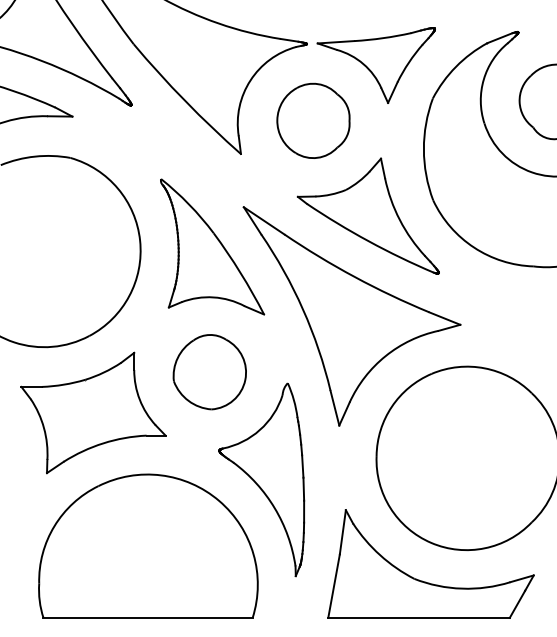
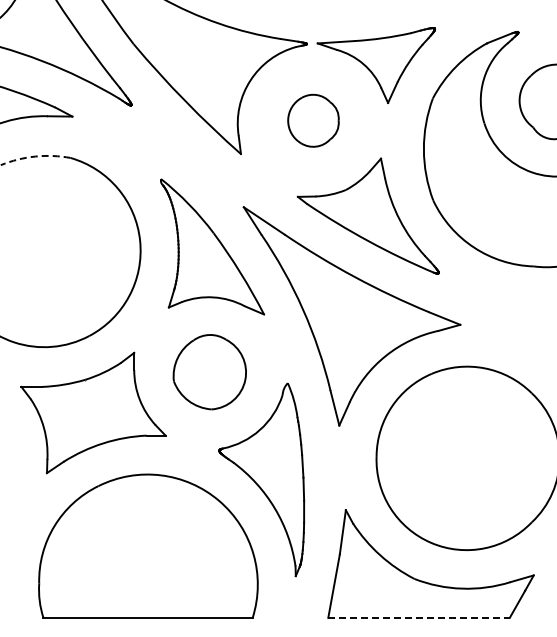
part at (313, 120) size: 75x77 px -> 53x55 px
arc at (35, 156): solid -> dashed
line at (419, 617): solid -> dashed
